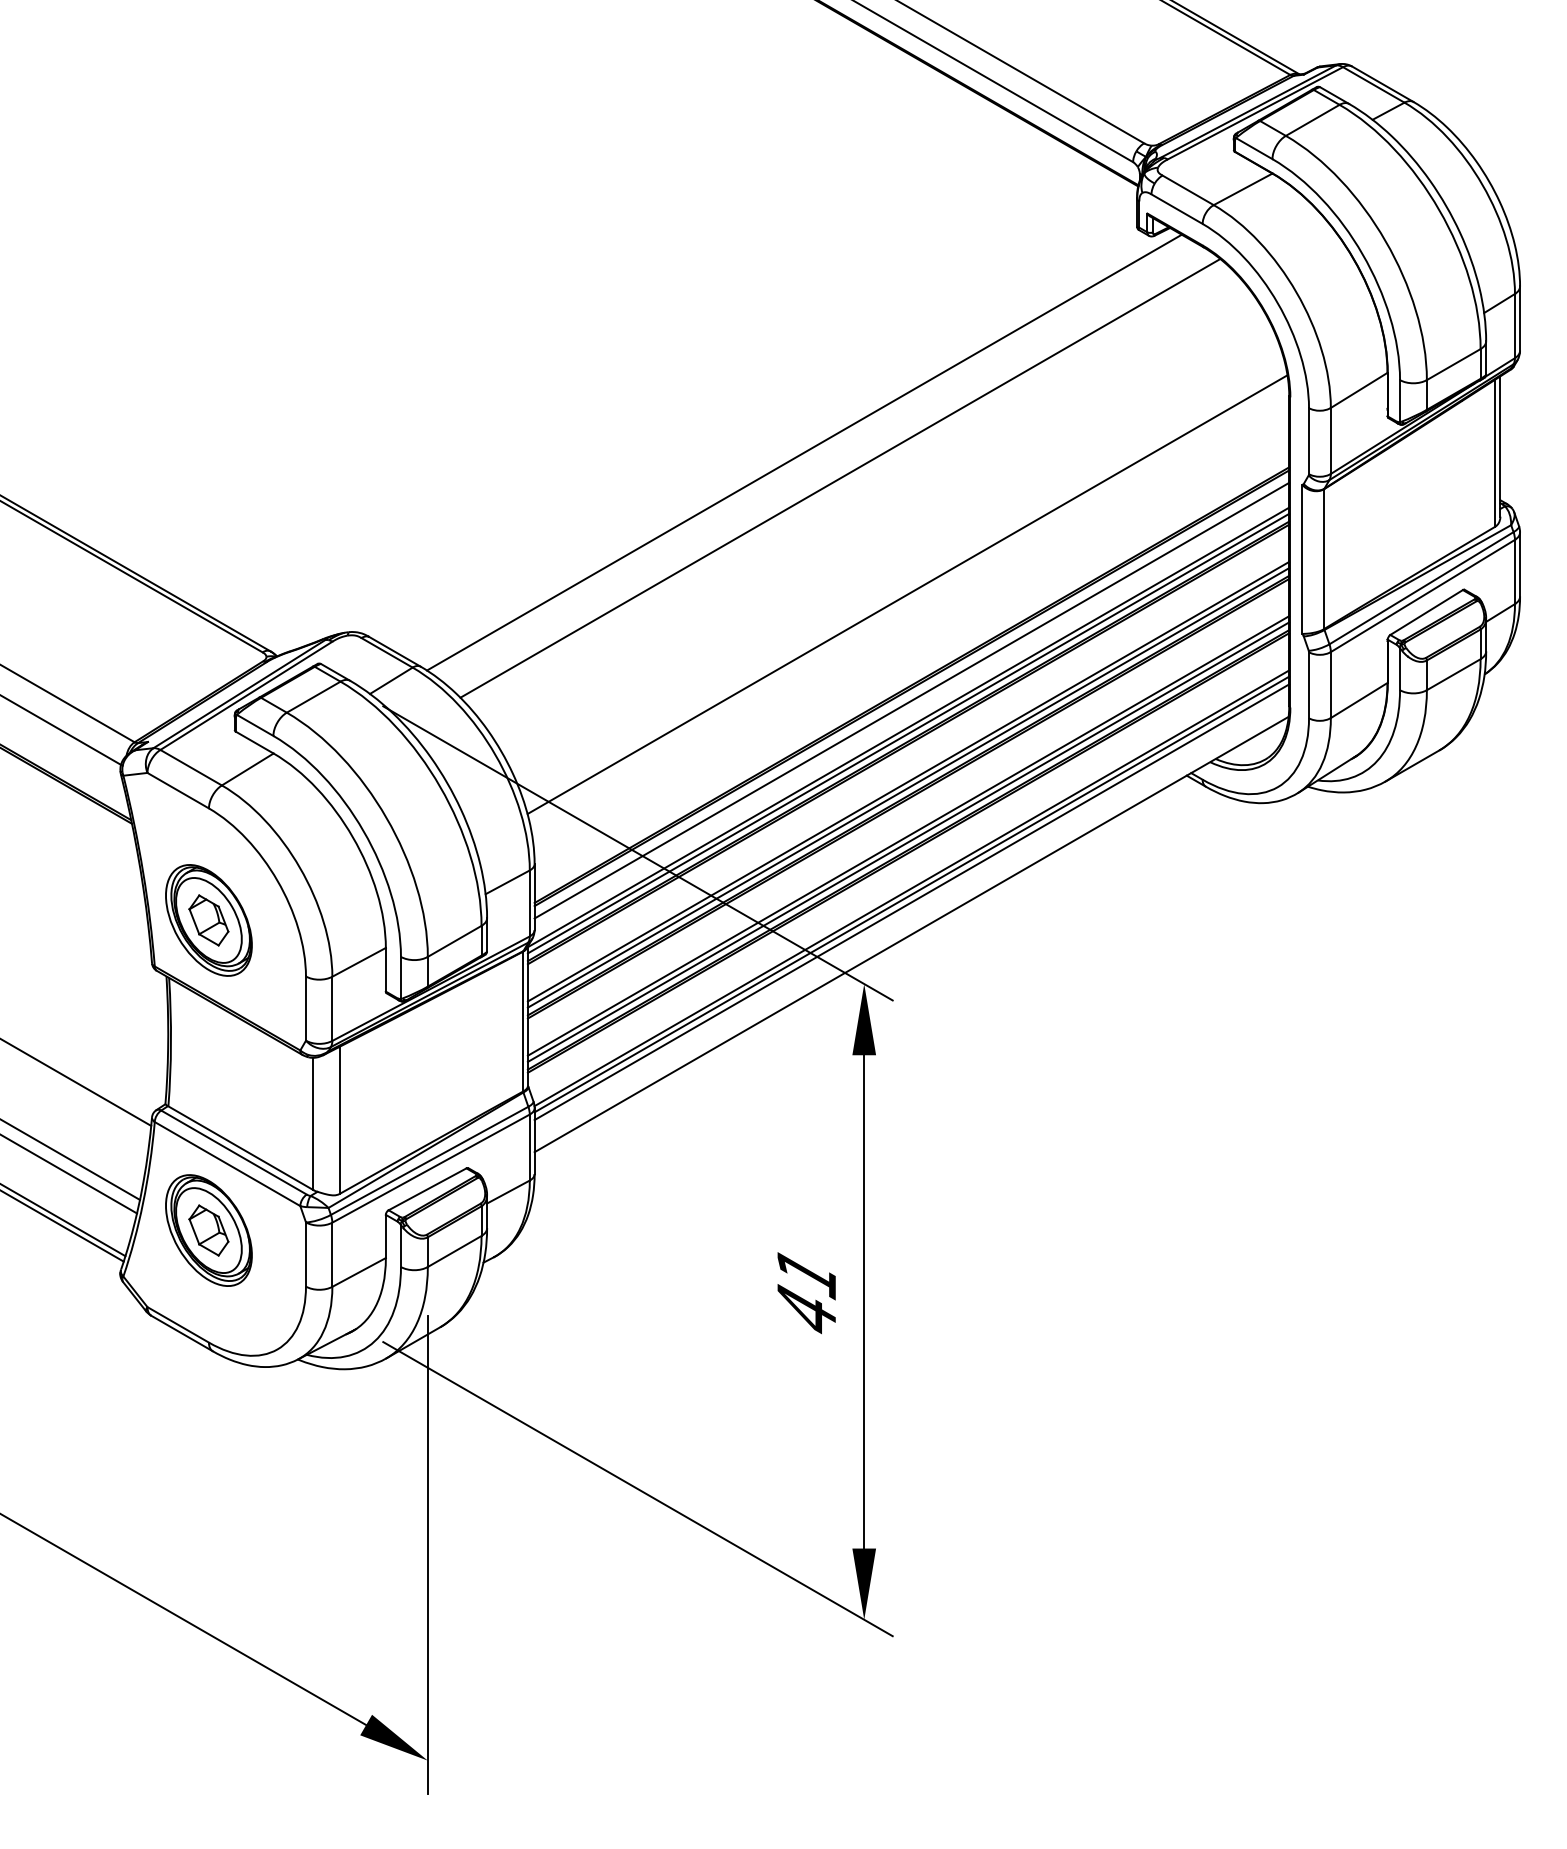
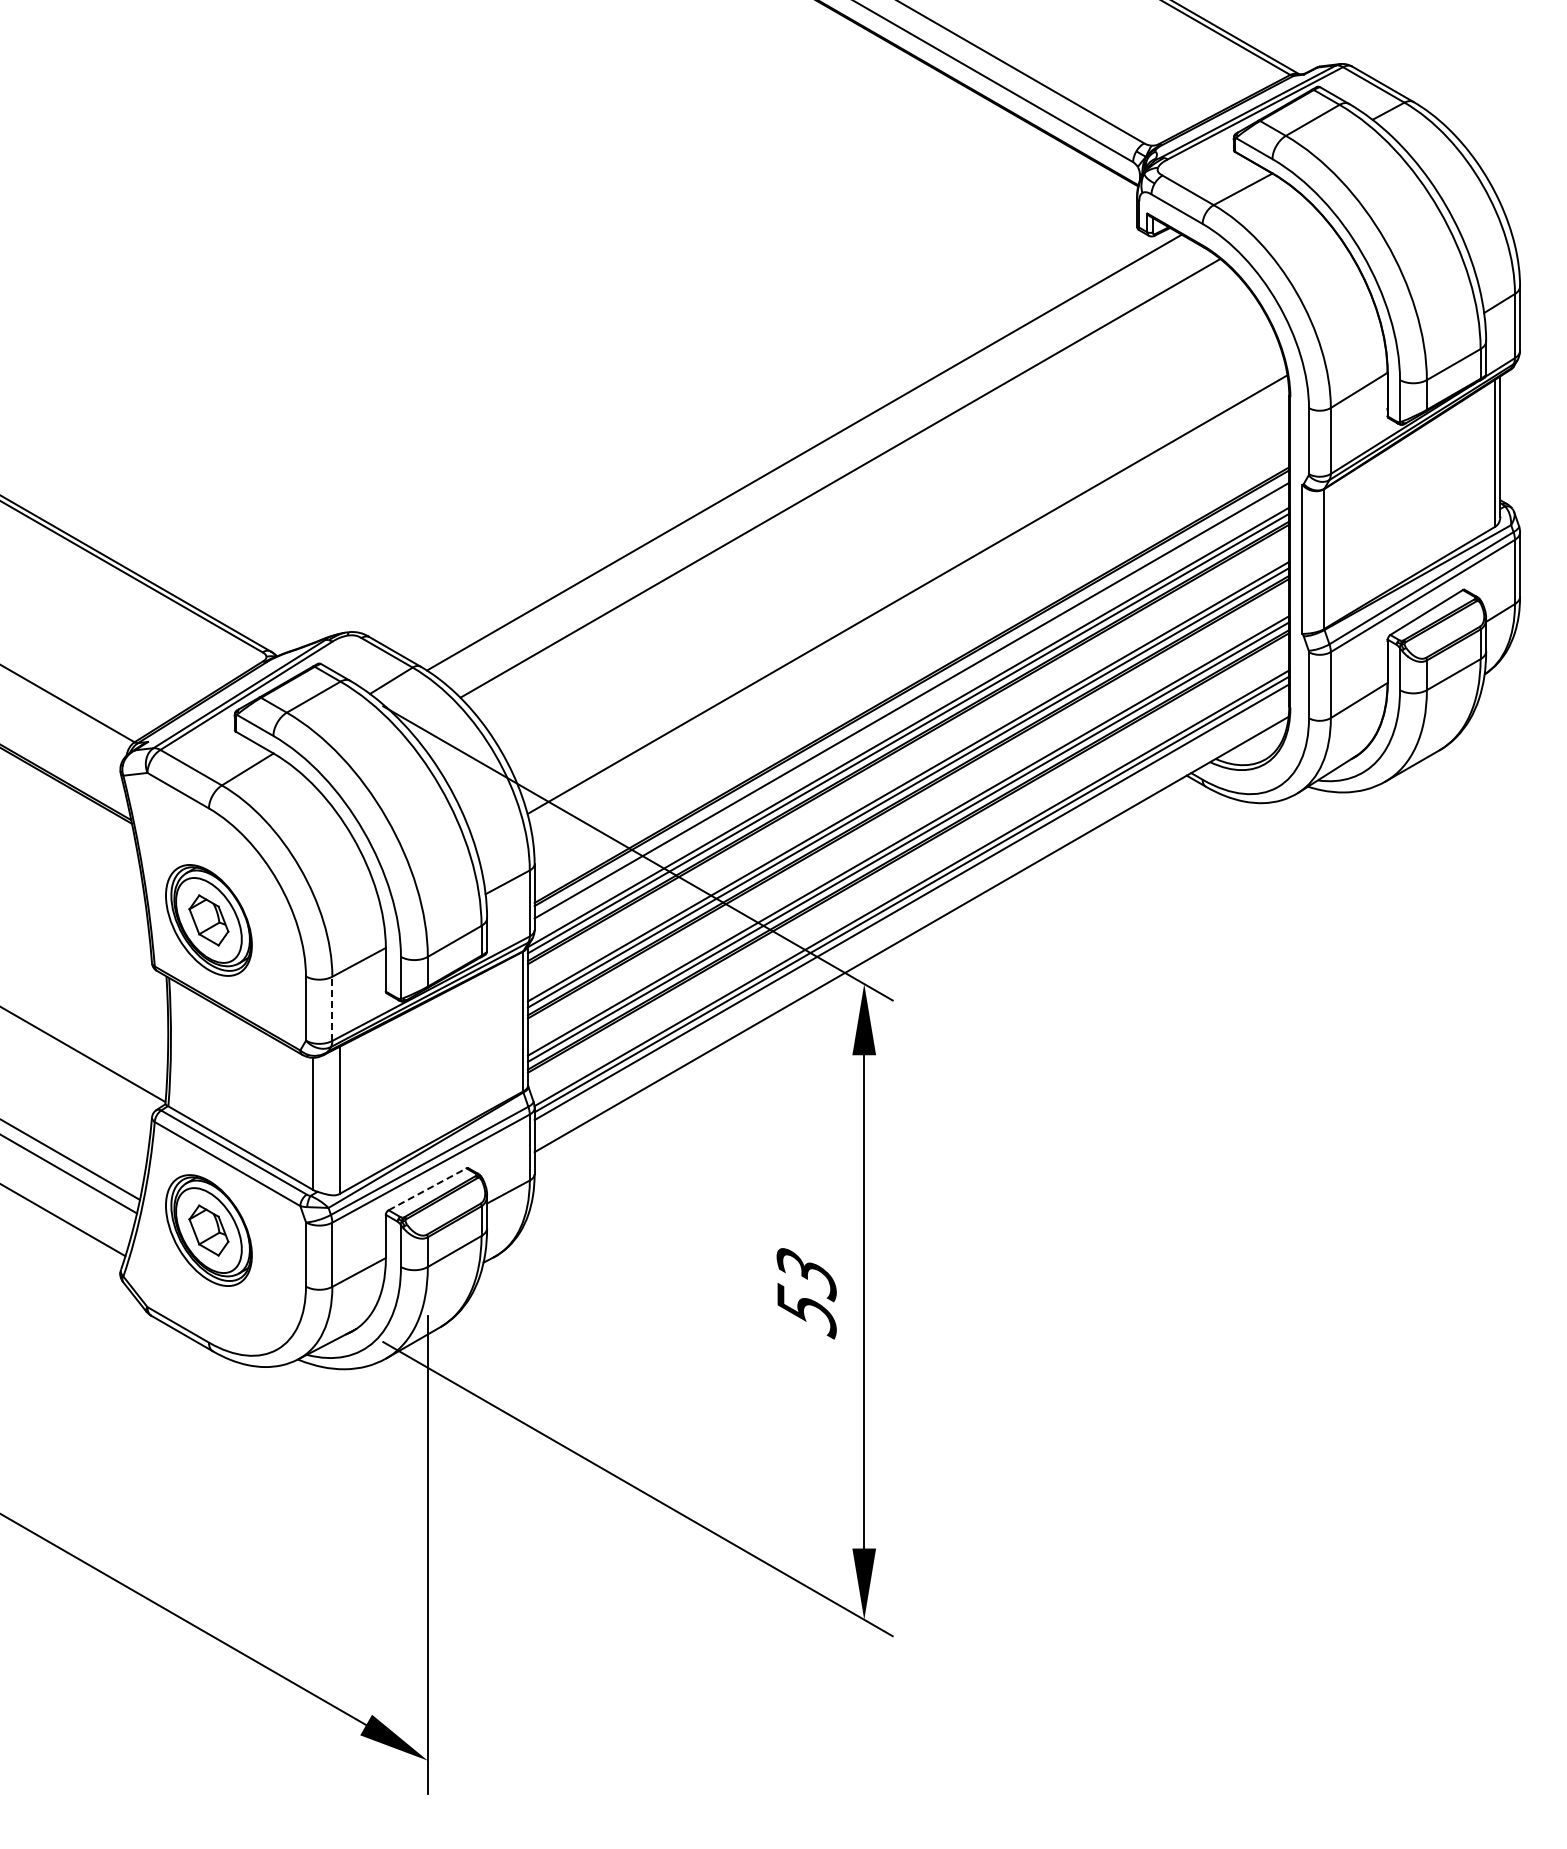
line at (61, 730): present -> none
line at (332, 1008): solid -> dashed
line at (76, 1082) position: (76, 1082) -> (83, 1054)
line at (428, 1189): solid -> dashed
line at (62, 1226): present -> none
text at (806, 1293): 41 -> 53
